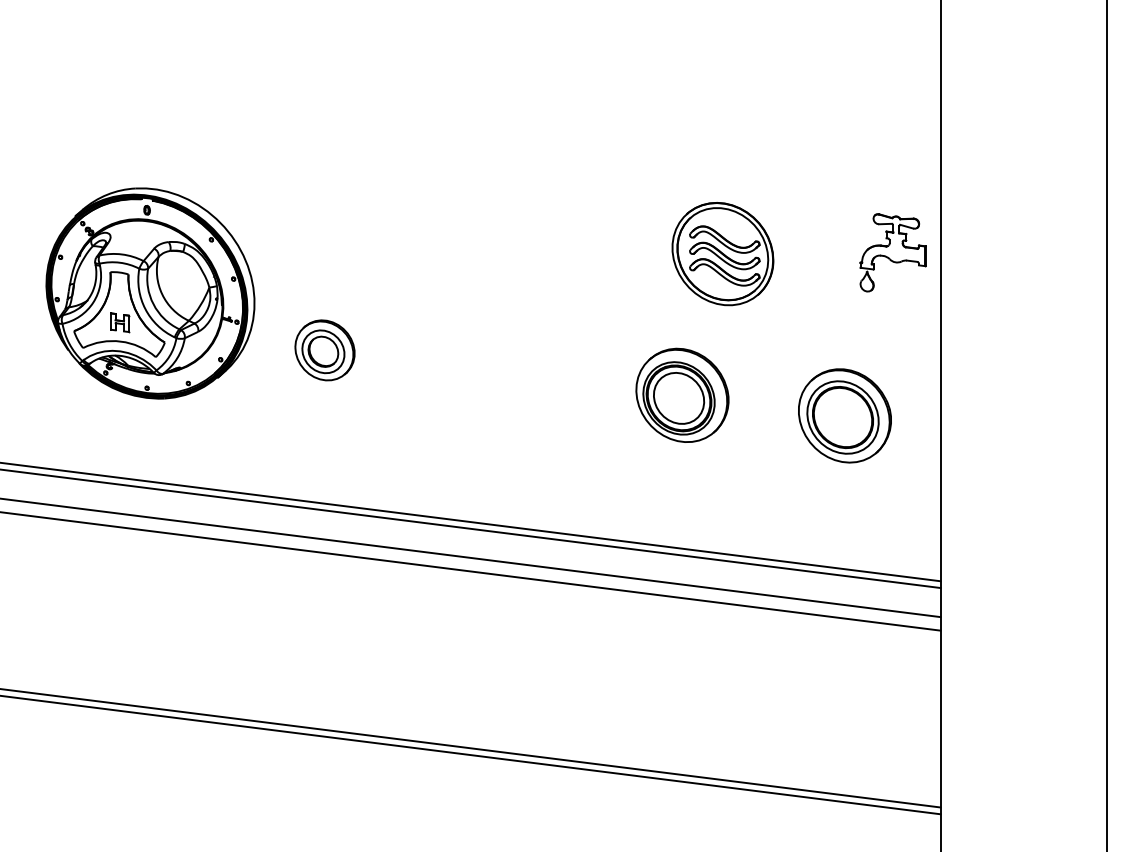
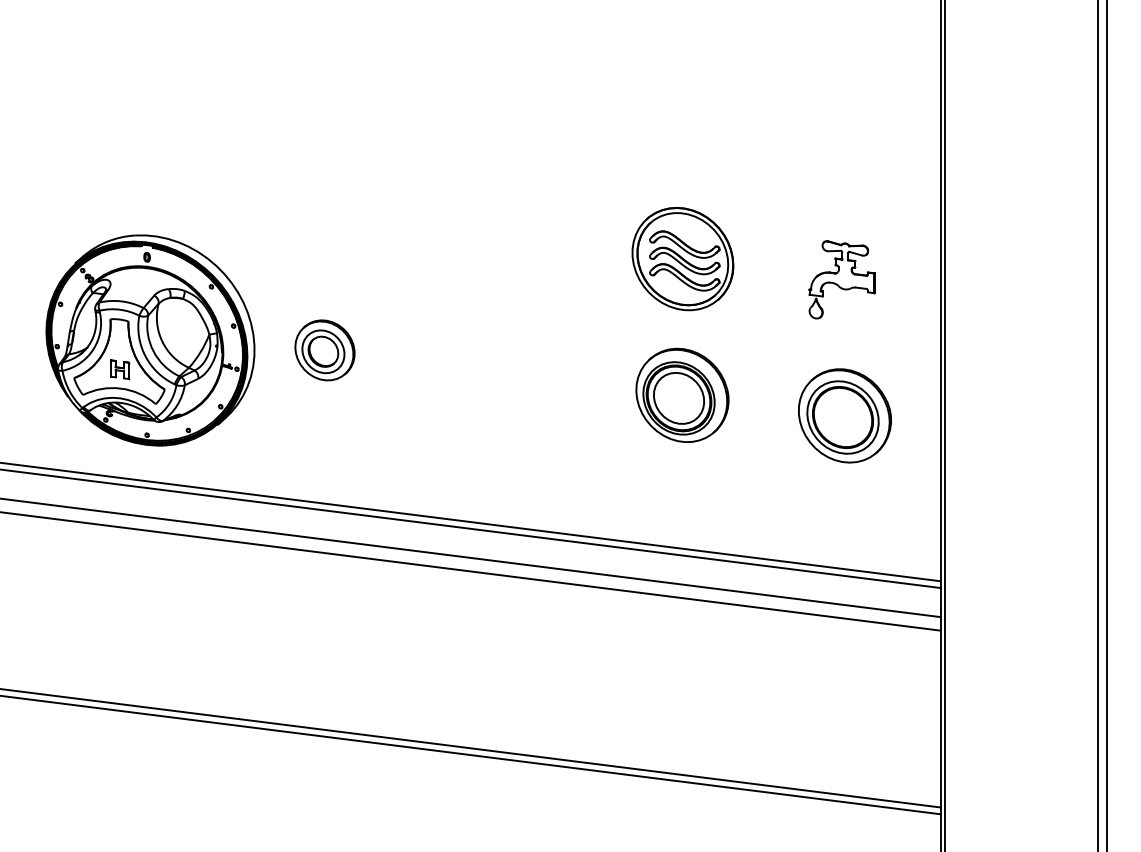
part at (892, 252) position: (892, 252) -> (841, 279)
part at (722, 254) position: (722, 254) -> (682, 259)
part at (150, 293) position: (150, 293) -> (150, 340)
line at (945, 425): none -> present
line at (1097, 425): none -> present
